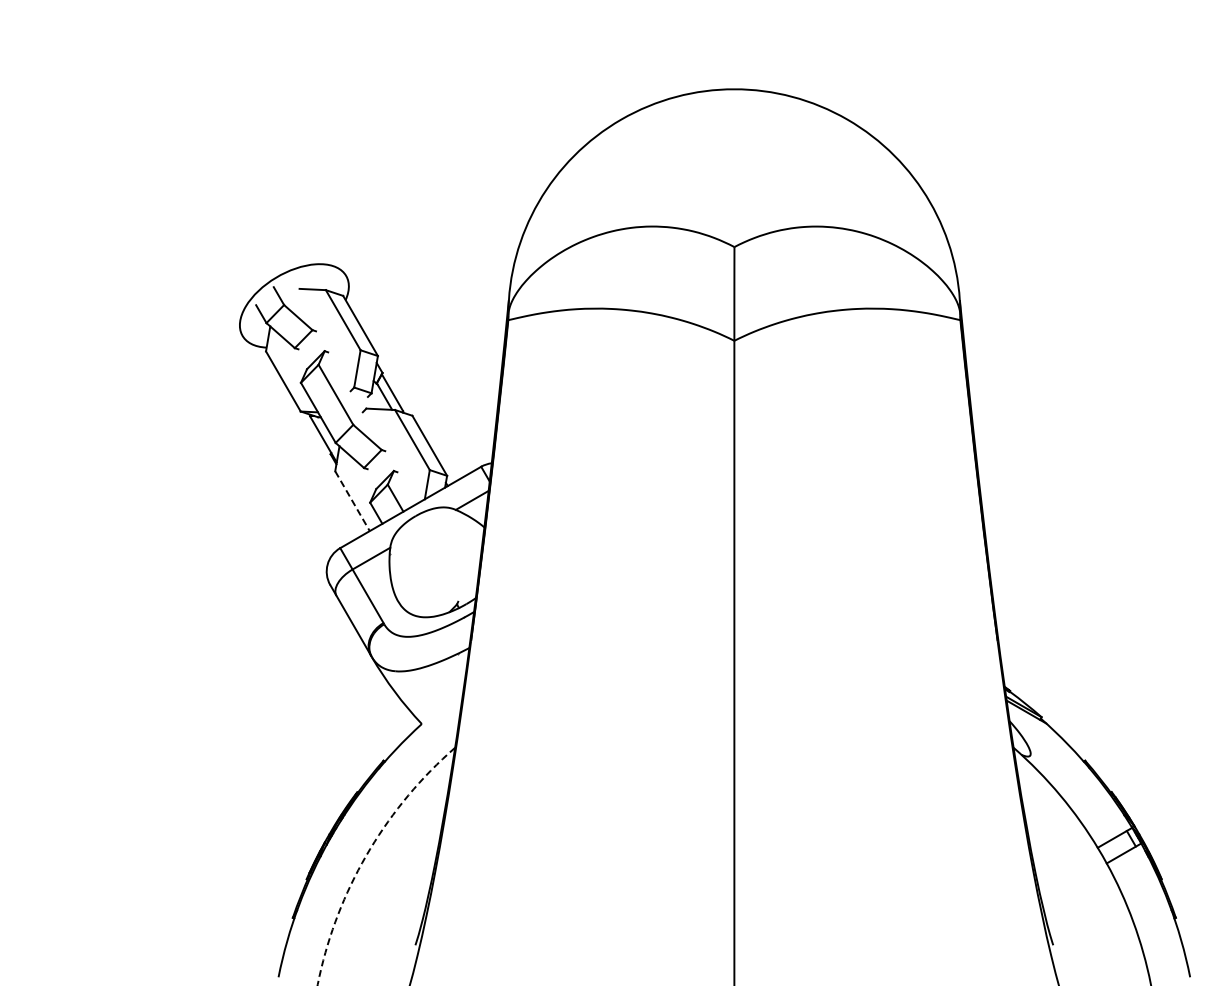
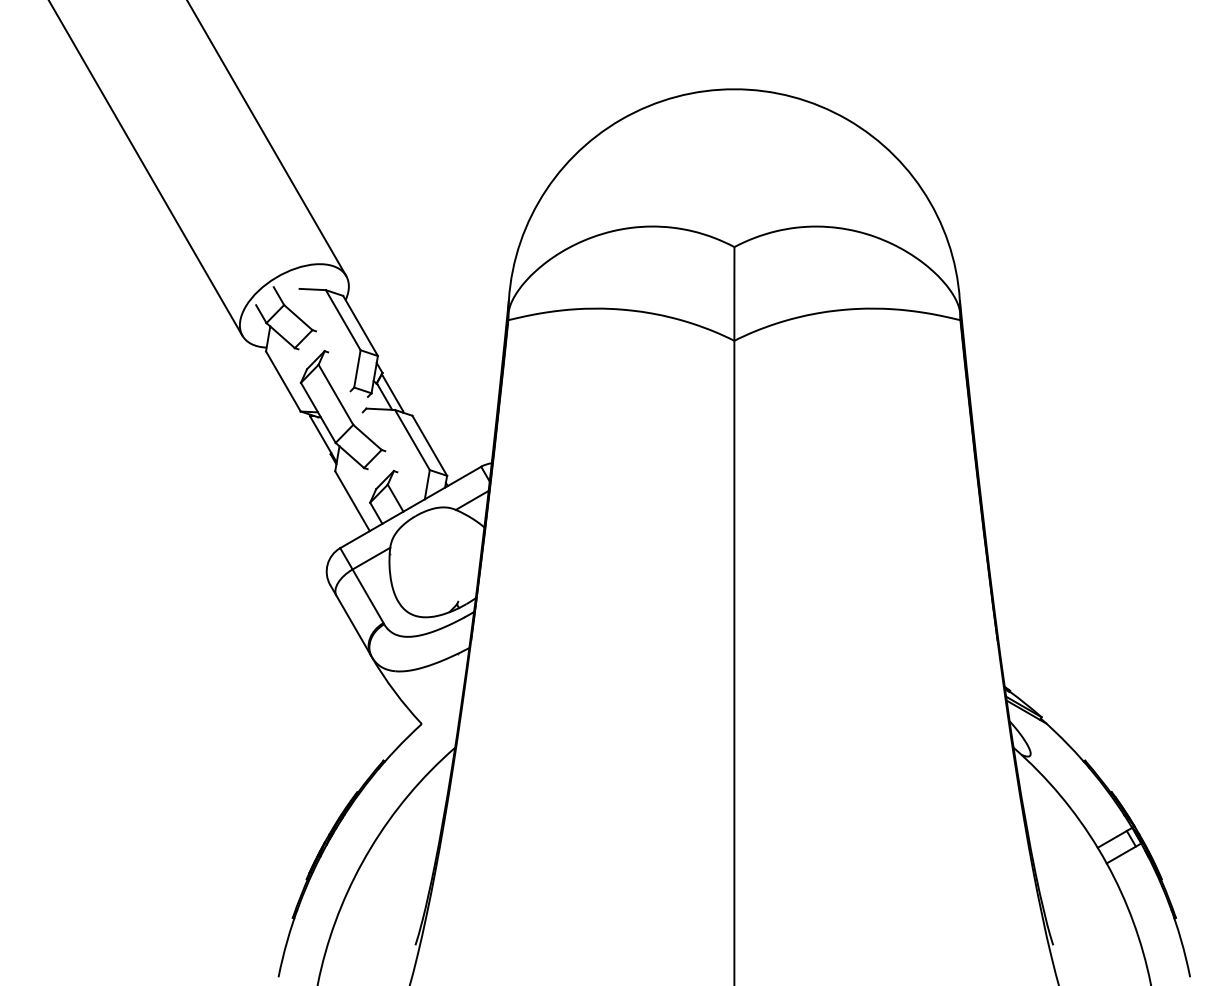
line at (267, 139): none -> present
line at (145, 168): none -> present
line at (352, 501): dashed -> solid
arc at (365, 857): dashed -> solid
